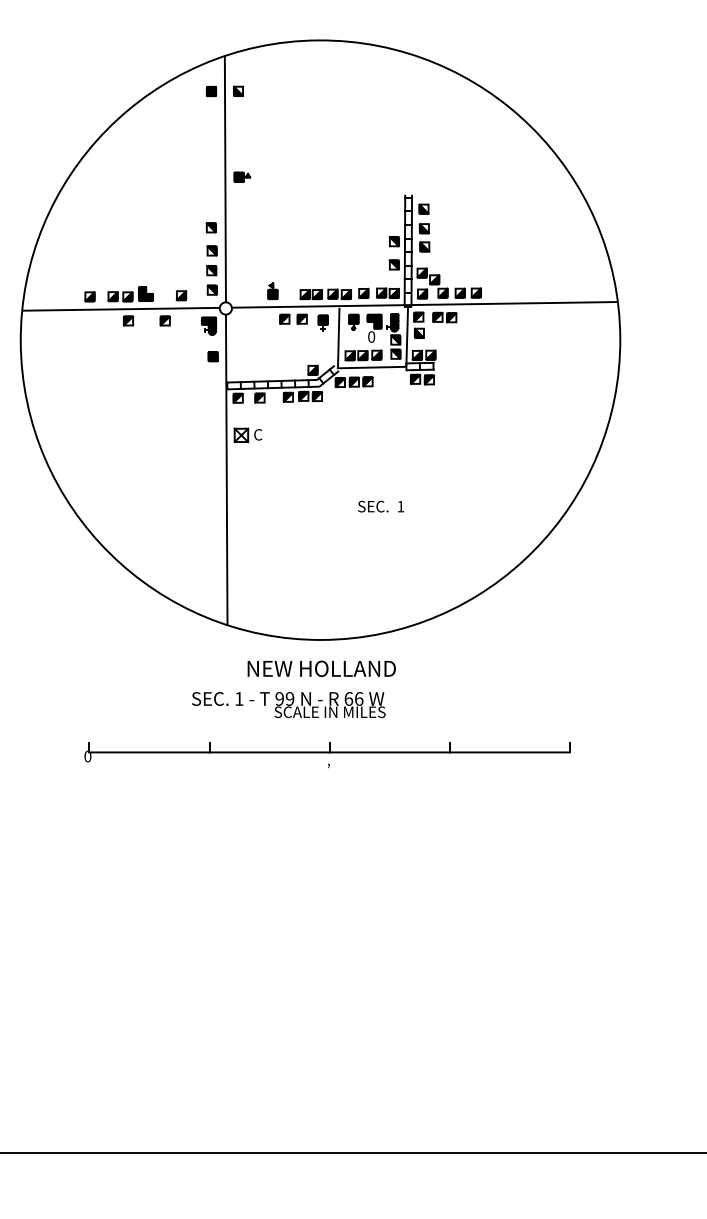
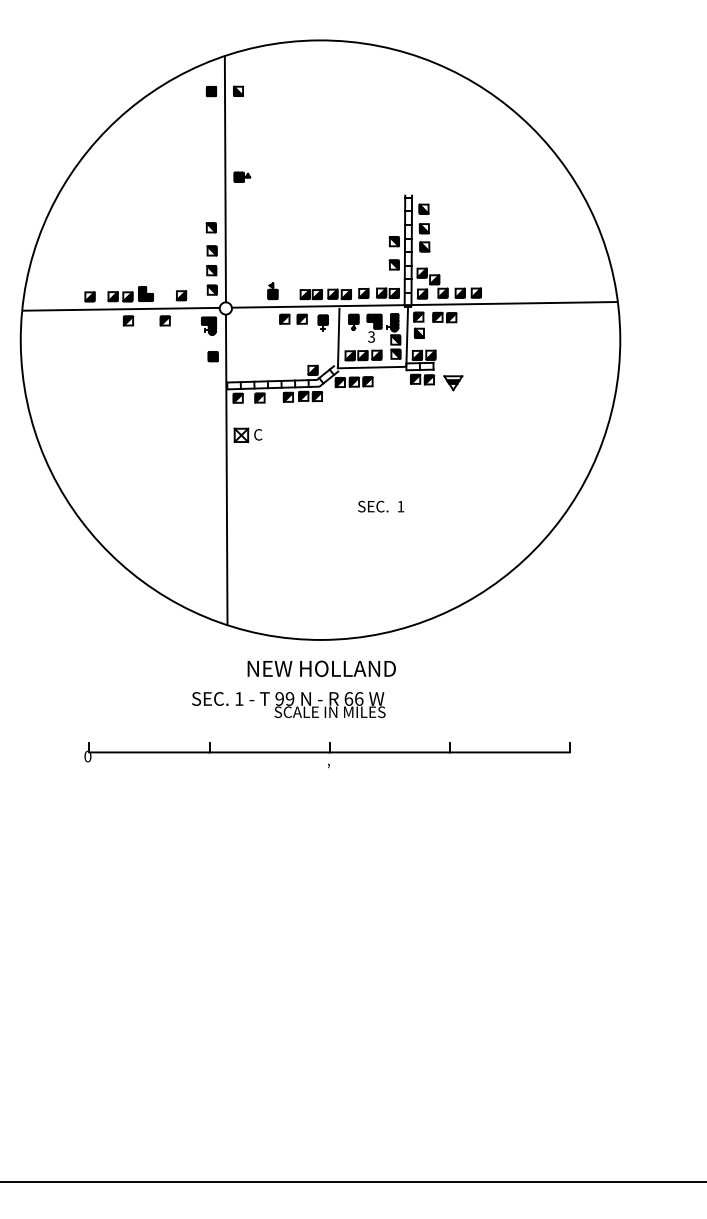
text at (371, 336): 0 -> 3
part at (453, 383): none -> present
line at (352, 1152) position: (352, 1152) -> (352, 1181)
